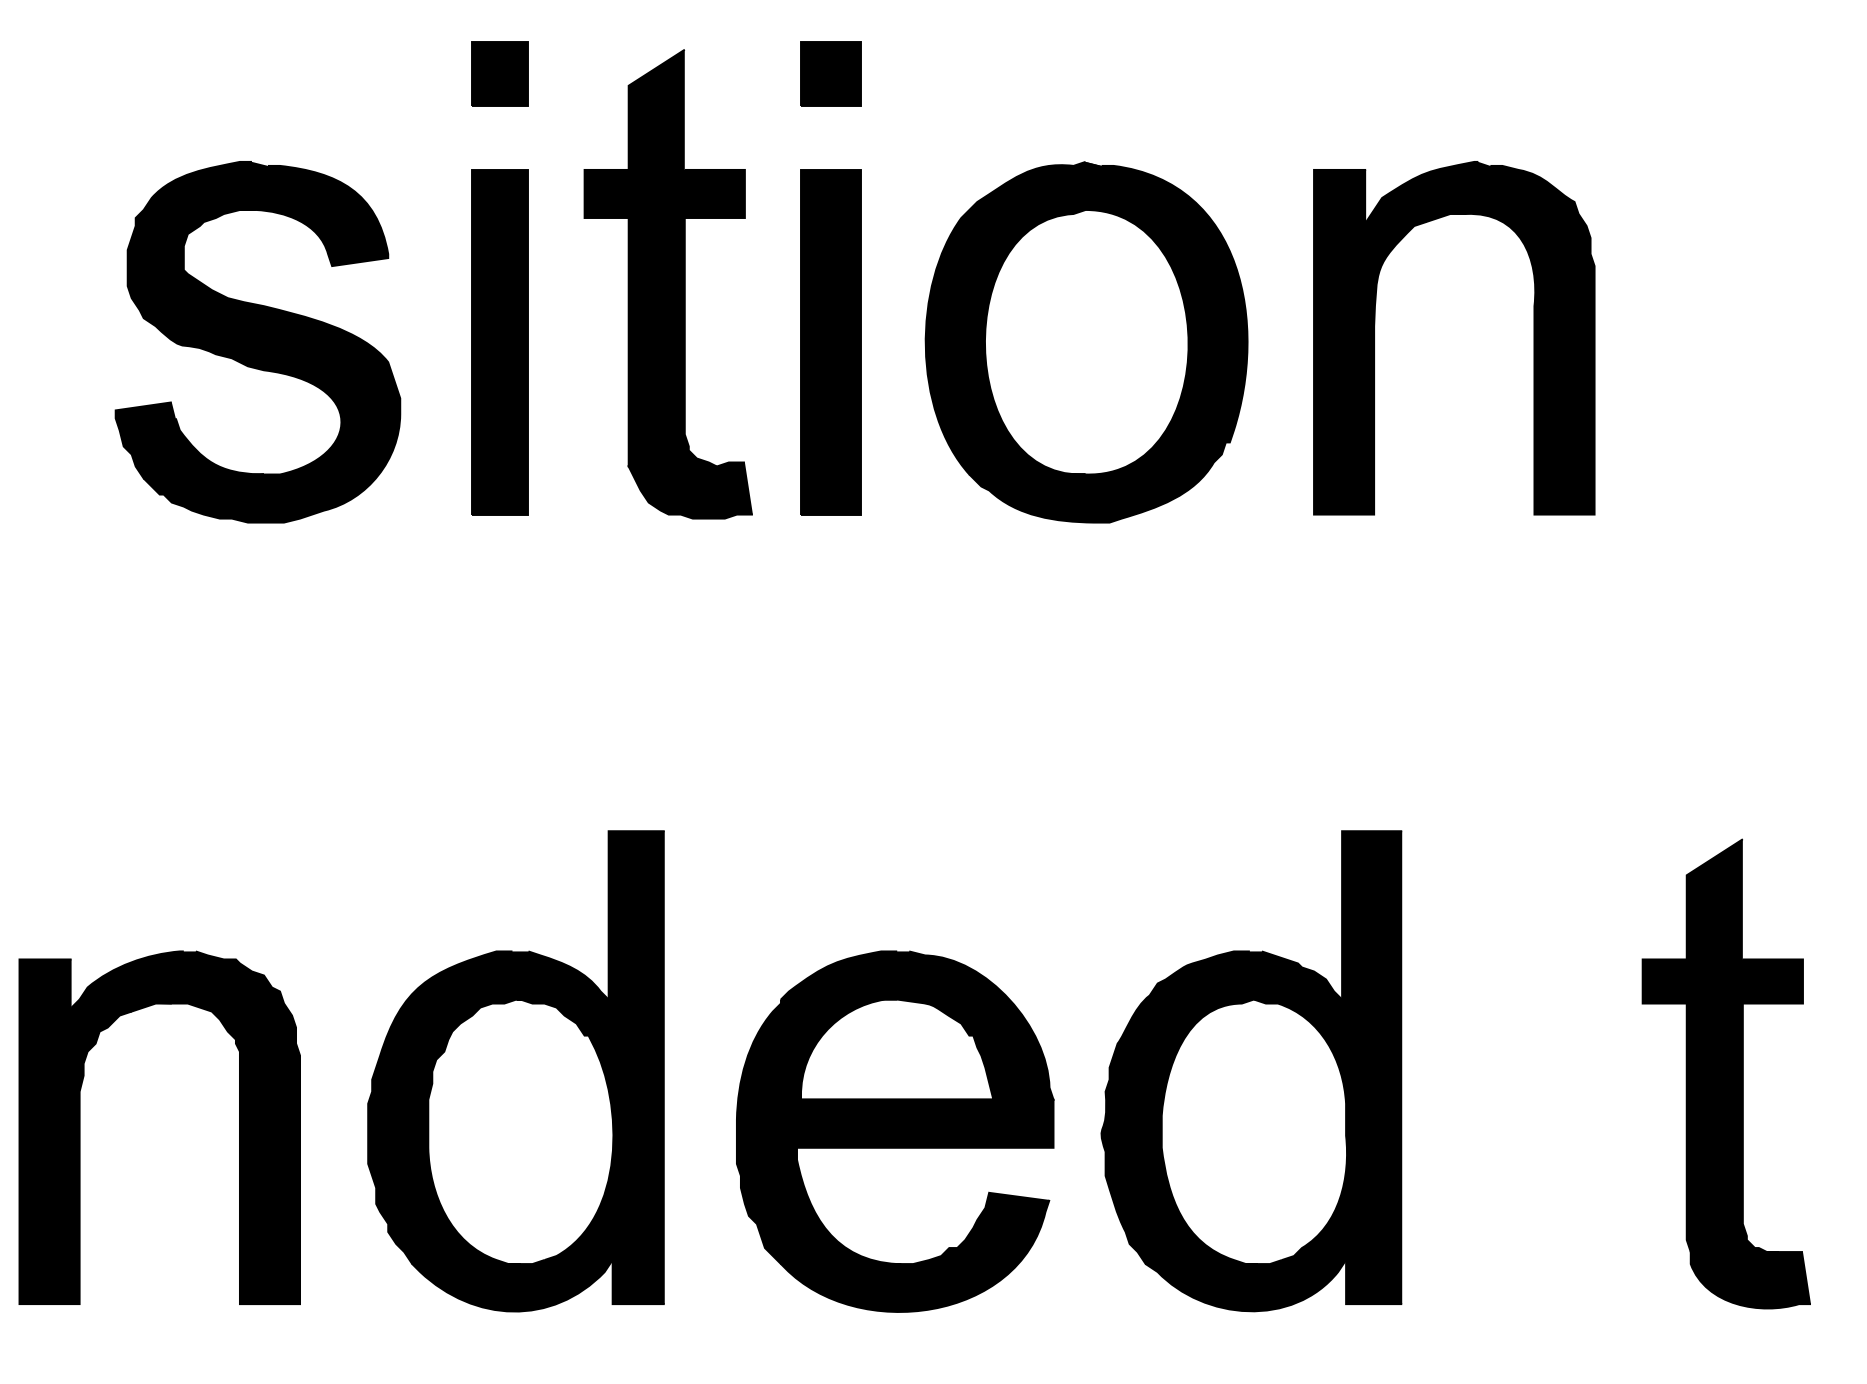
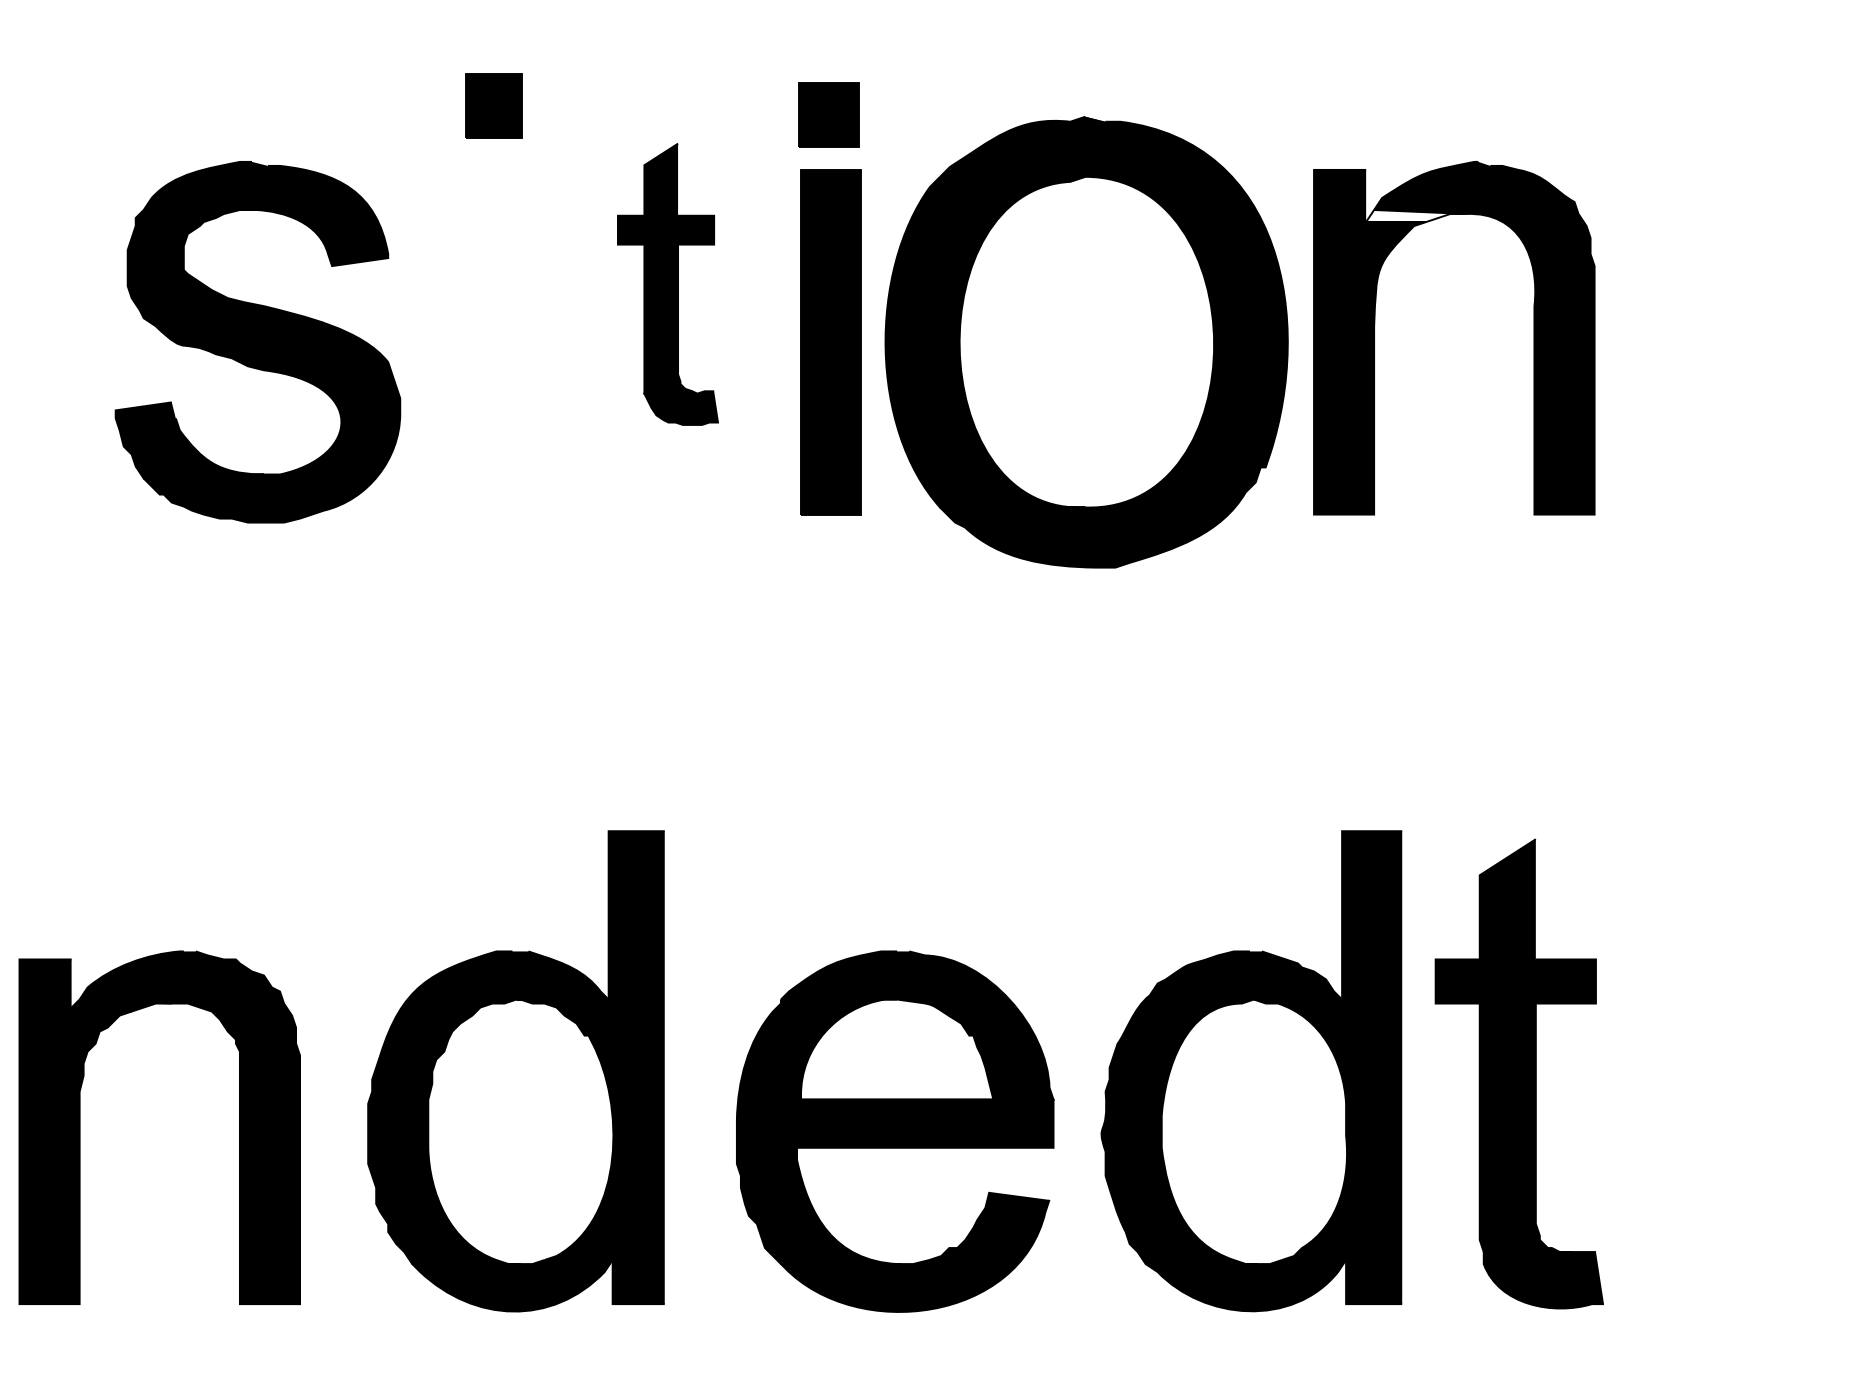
part at (499, 73) position: (499, 73) -> (493, 105)
part at (830, 73) position: (830, 73) -> (828, 114)
fill at (1416, 215): present -> none
part at (667, 284) size: 170x471 px -> 102x283 px
part at (499, 342): present -> none
part at (1086, 342) size: 325x363 px -> 405x453 px
part at (1725, 1073) position: (1725, 1073) -> (1518, 1073)
